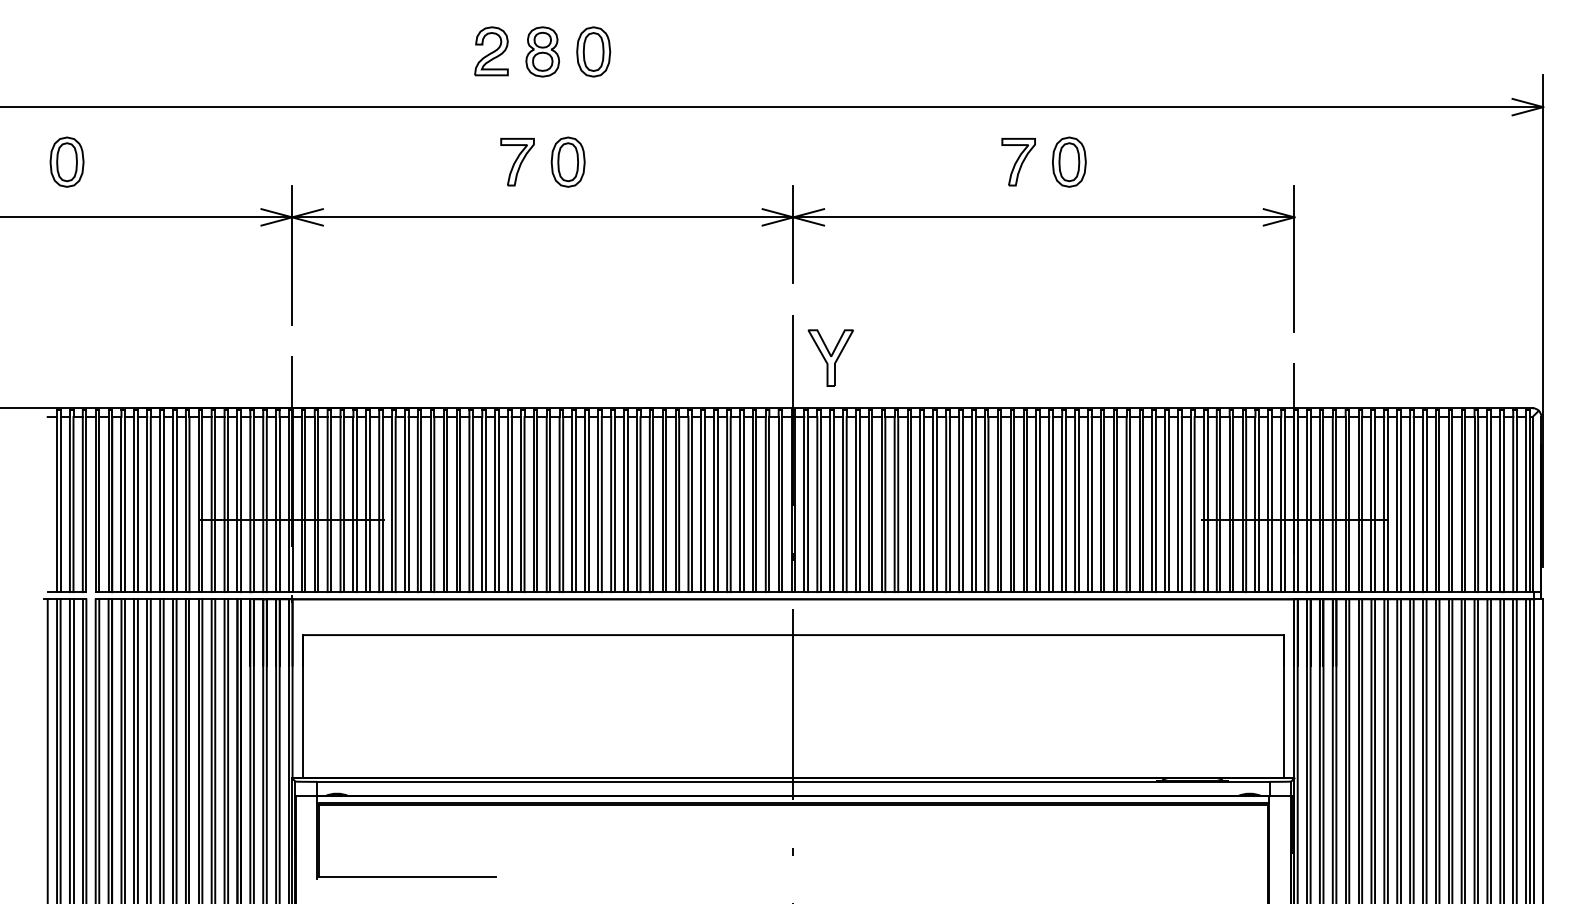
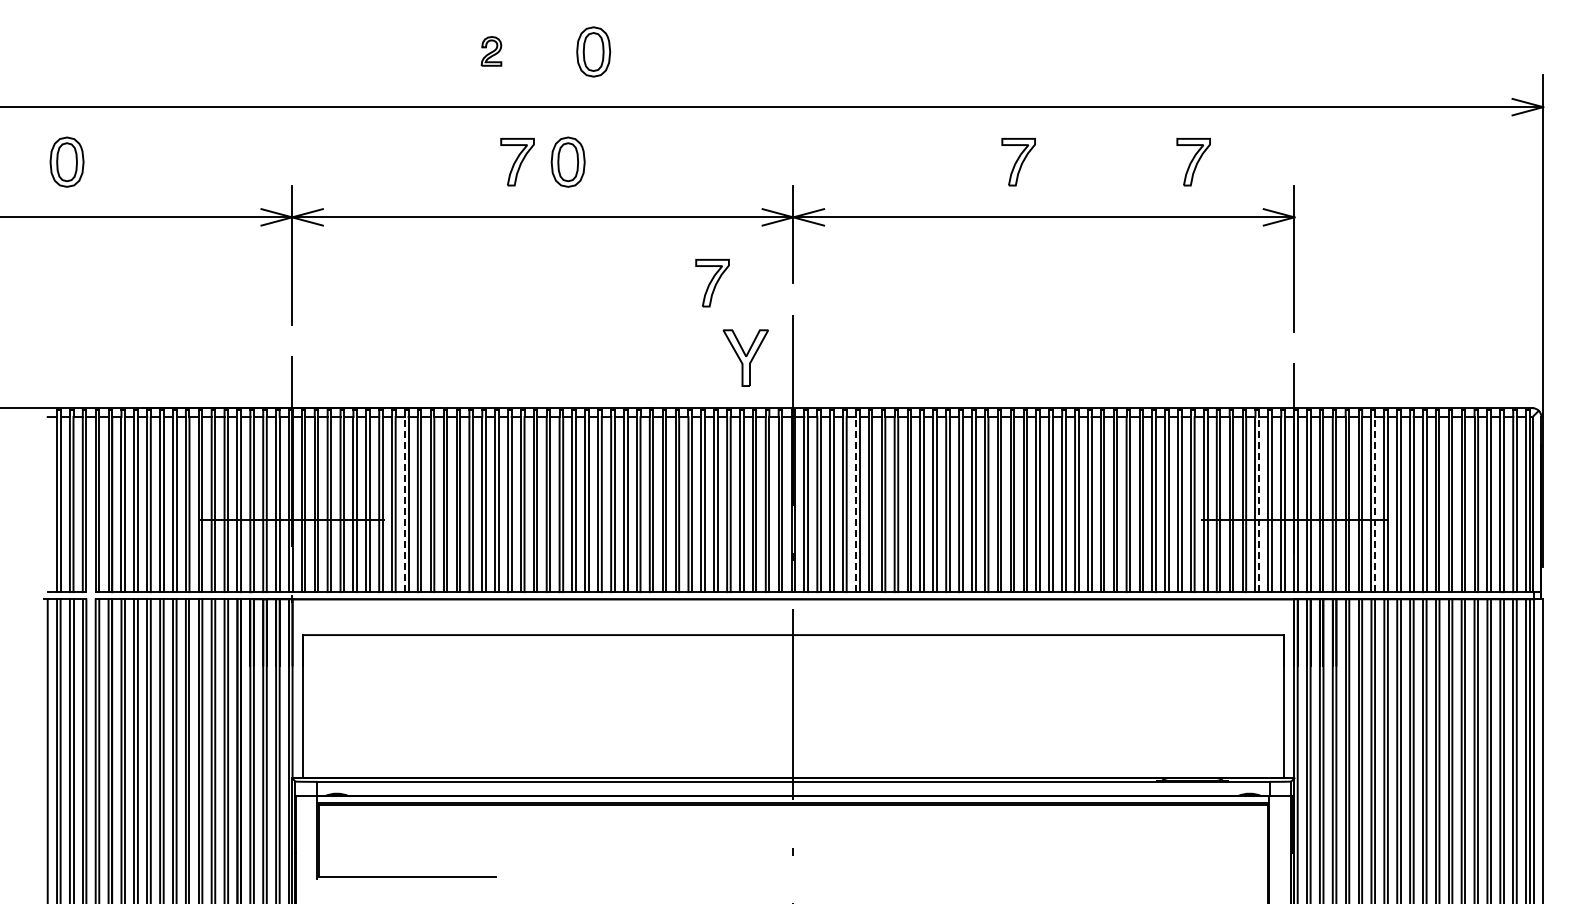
part at (491, 51) size: 35x51 px -> 23x31 px
part at (542, 51): present -> none
part at (1069, 161): present -> none
part at (1193, 162): none -> present
part at (712, 283): none -> present
part at (830, 357) position: (830, 357) -> (745, 357)
line at (404, 504): solid -> dashed
line at (855, 504): solid -> dashed
line at (1259, 504): solid -> dashed
line at (1375, 504): solid -> dashed
